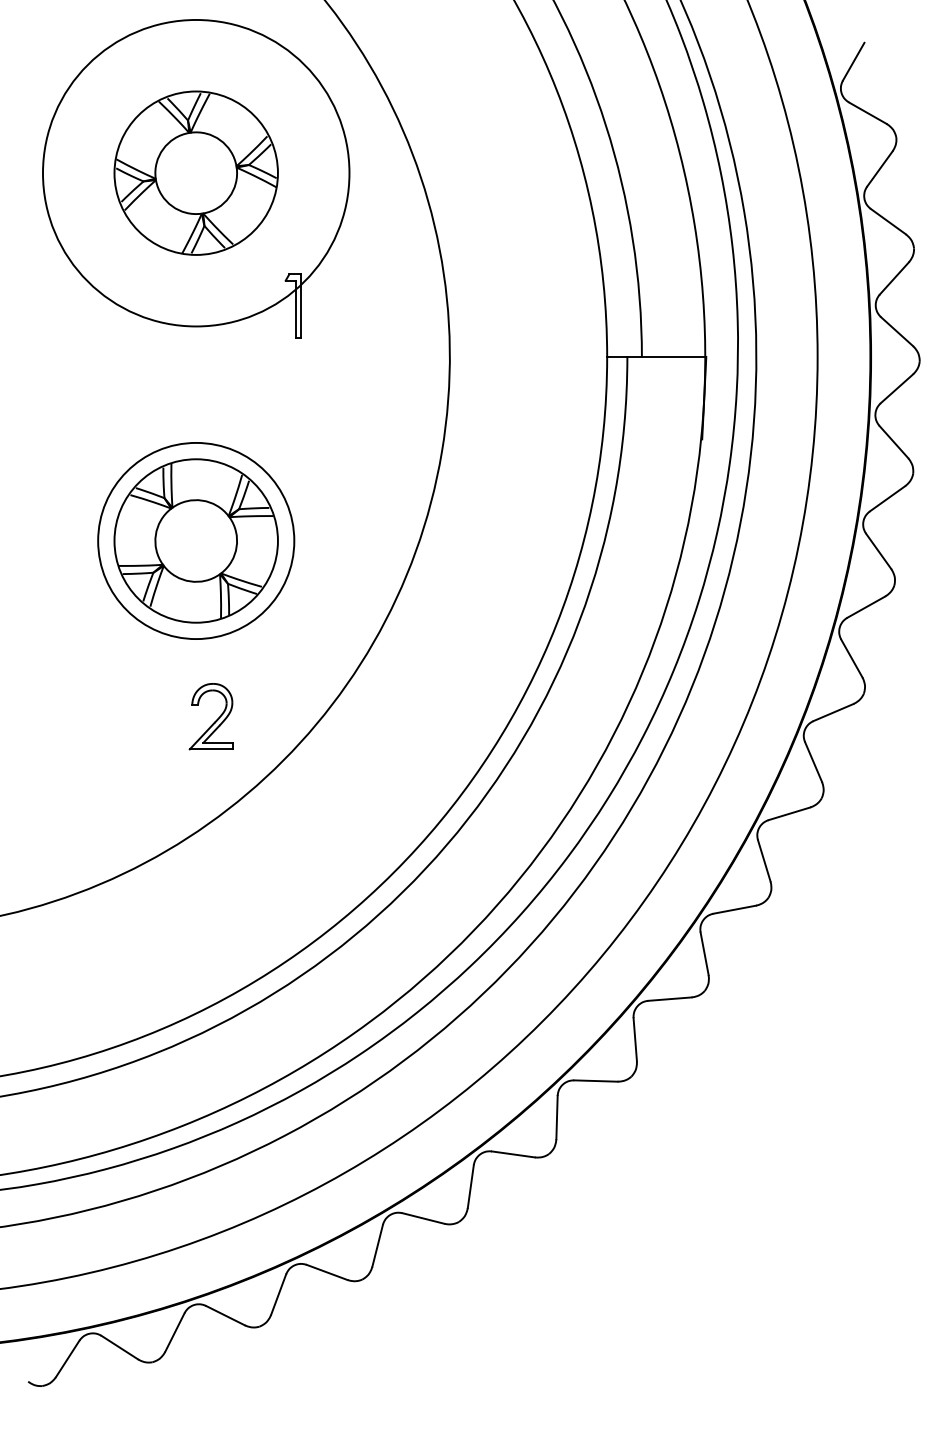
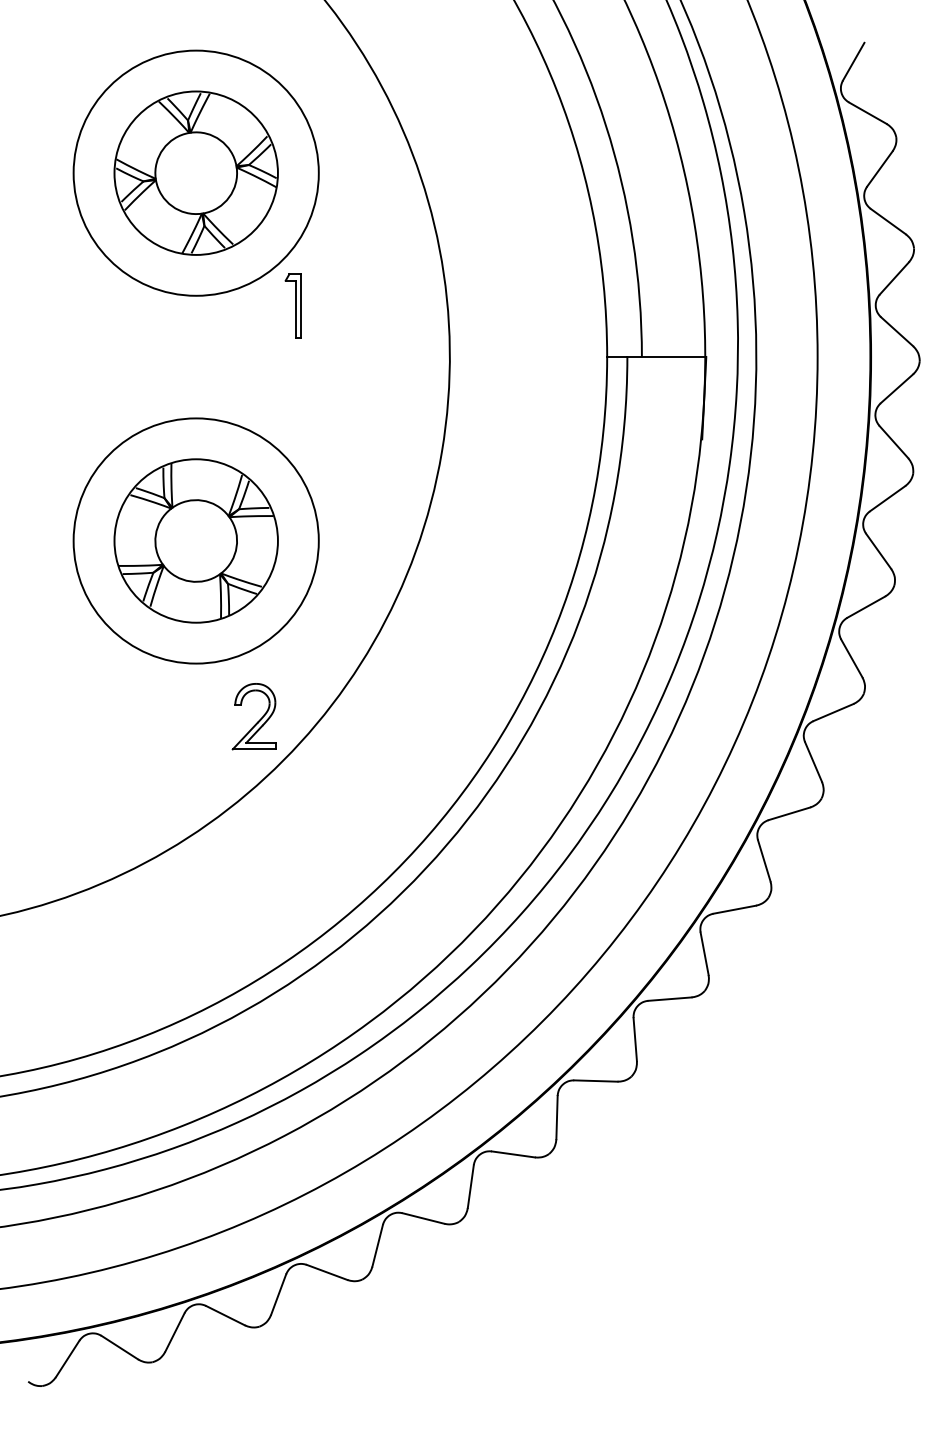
circle at (195, 172) diameter: 306 px -> 245 px
circle at (196, 540) diameter: 196 px -> 245 px
part at (215, 720) position: (215, 720) -> (258, 720)
